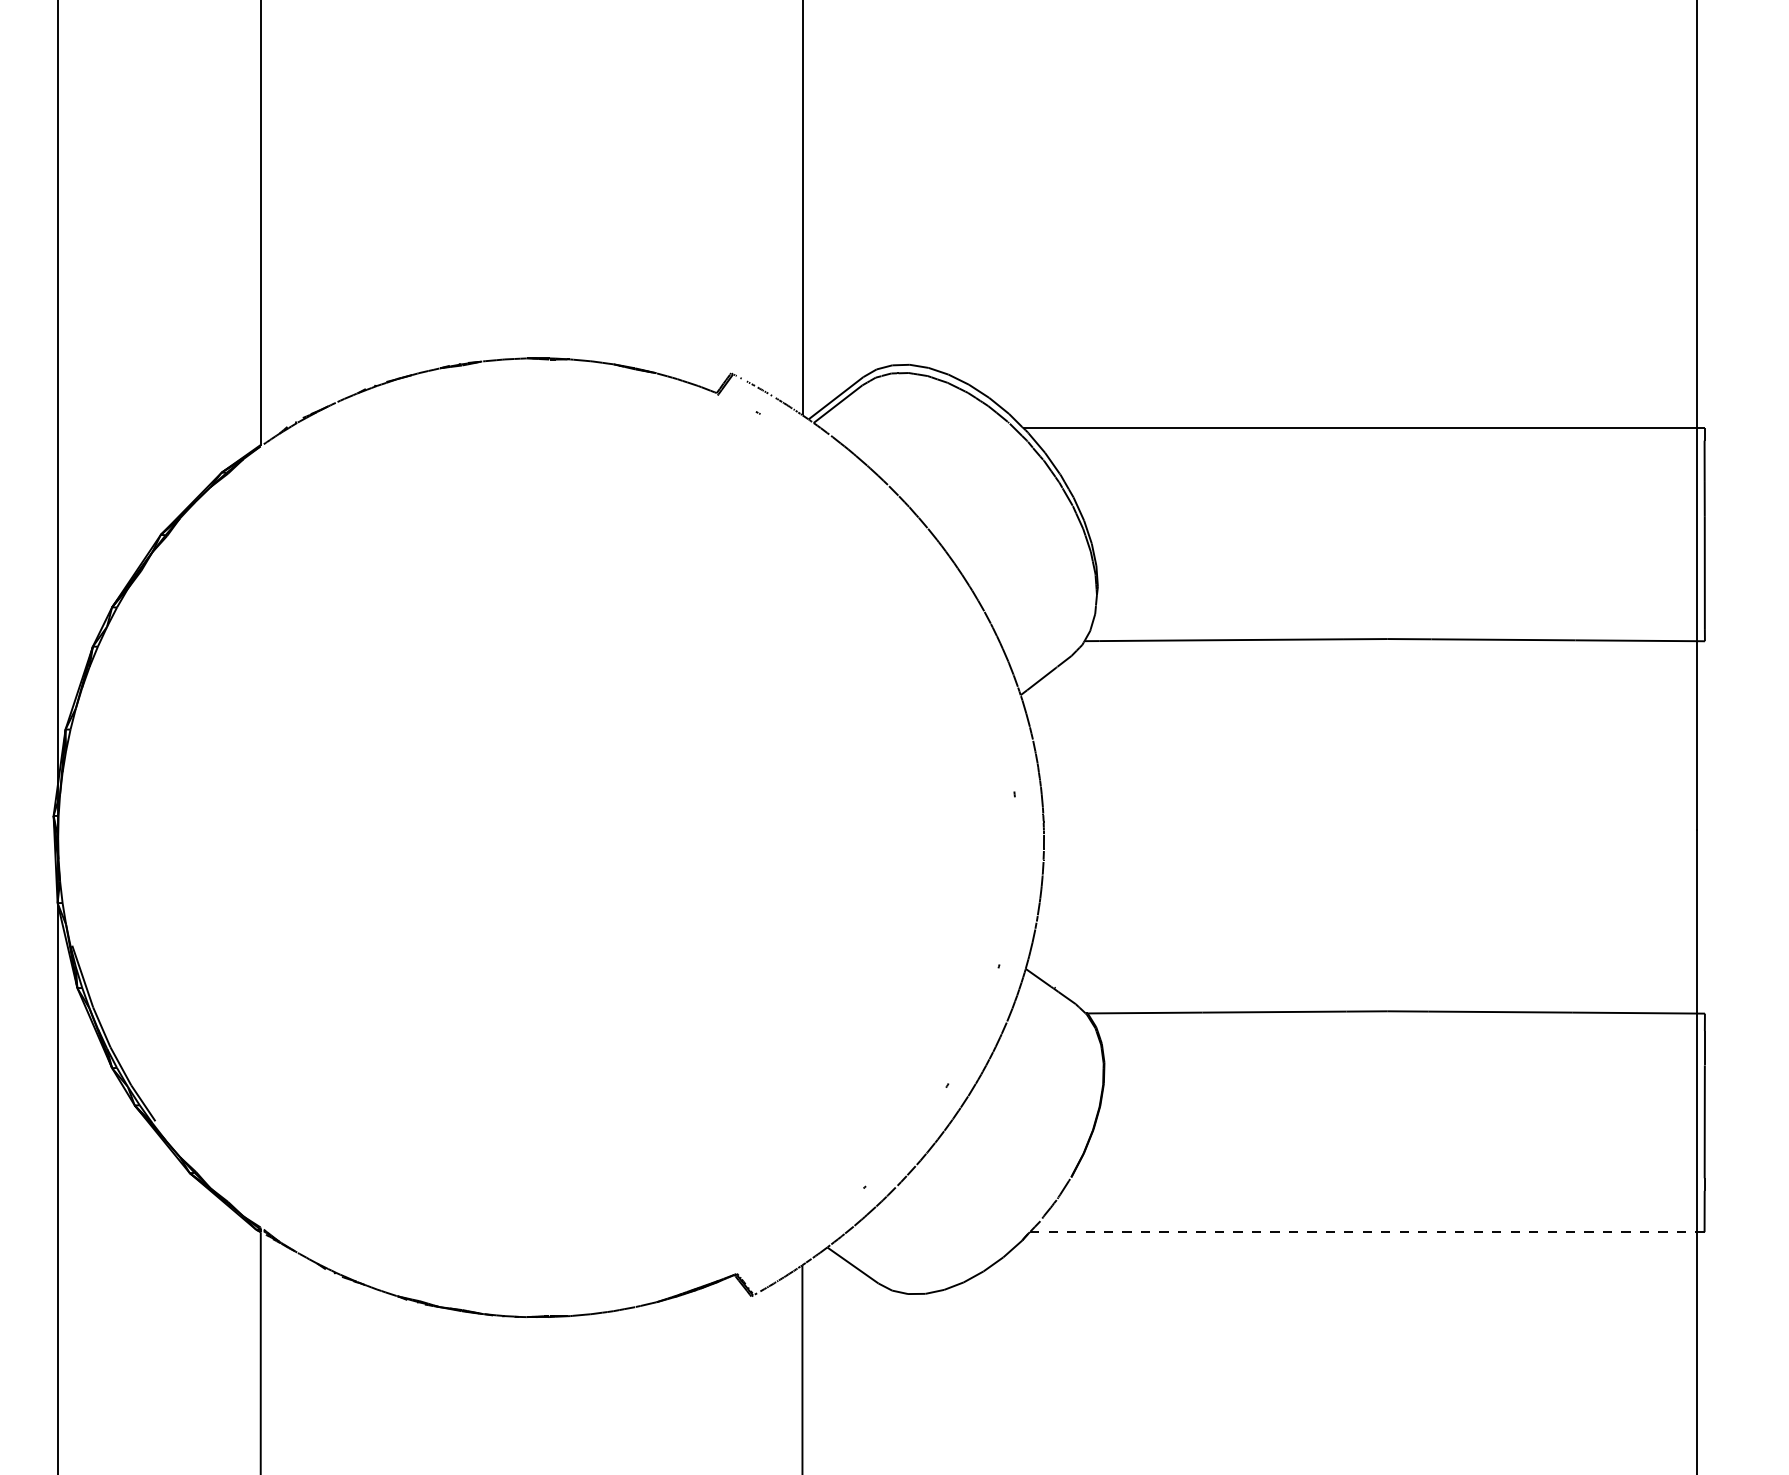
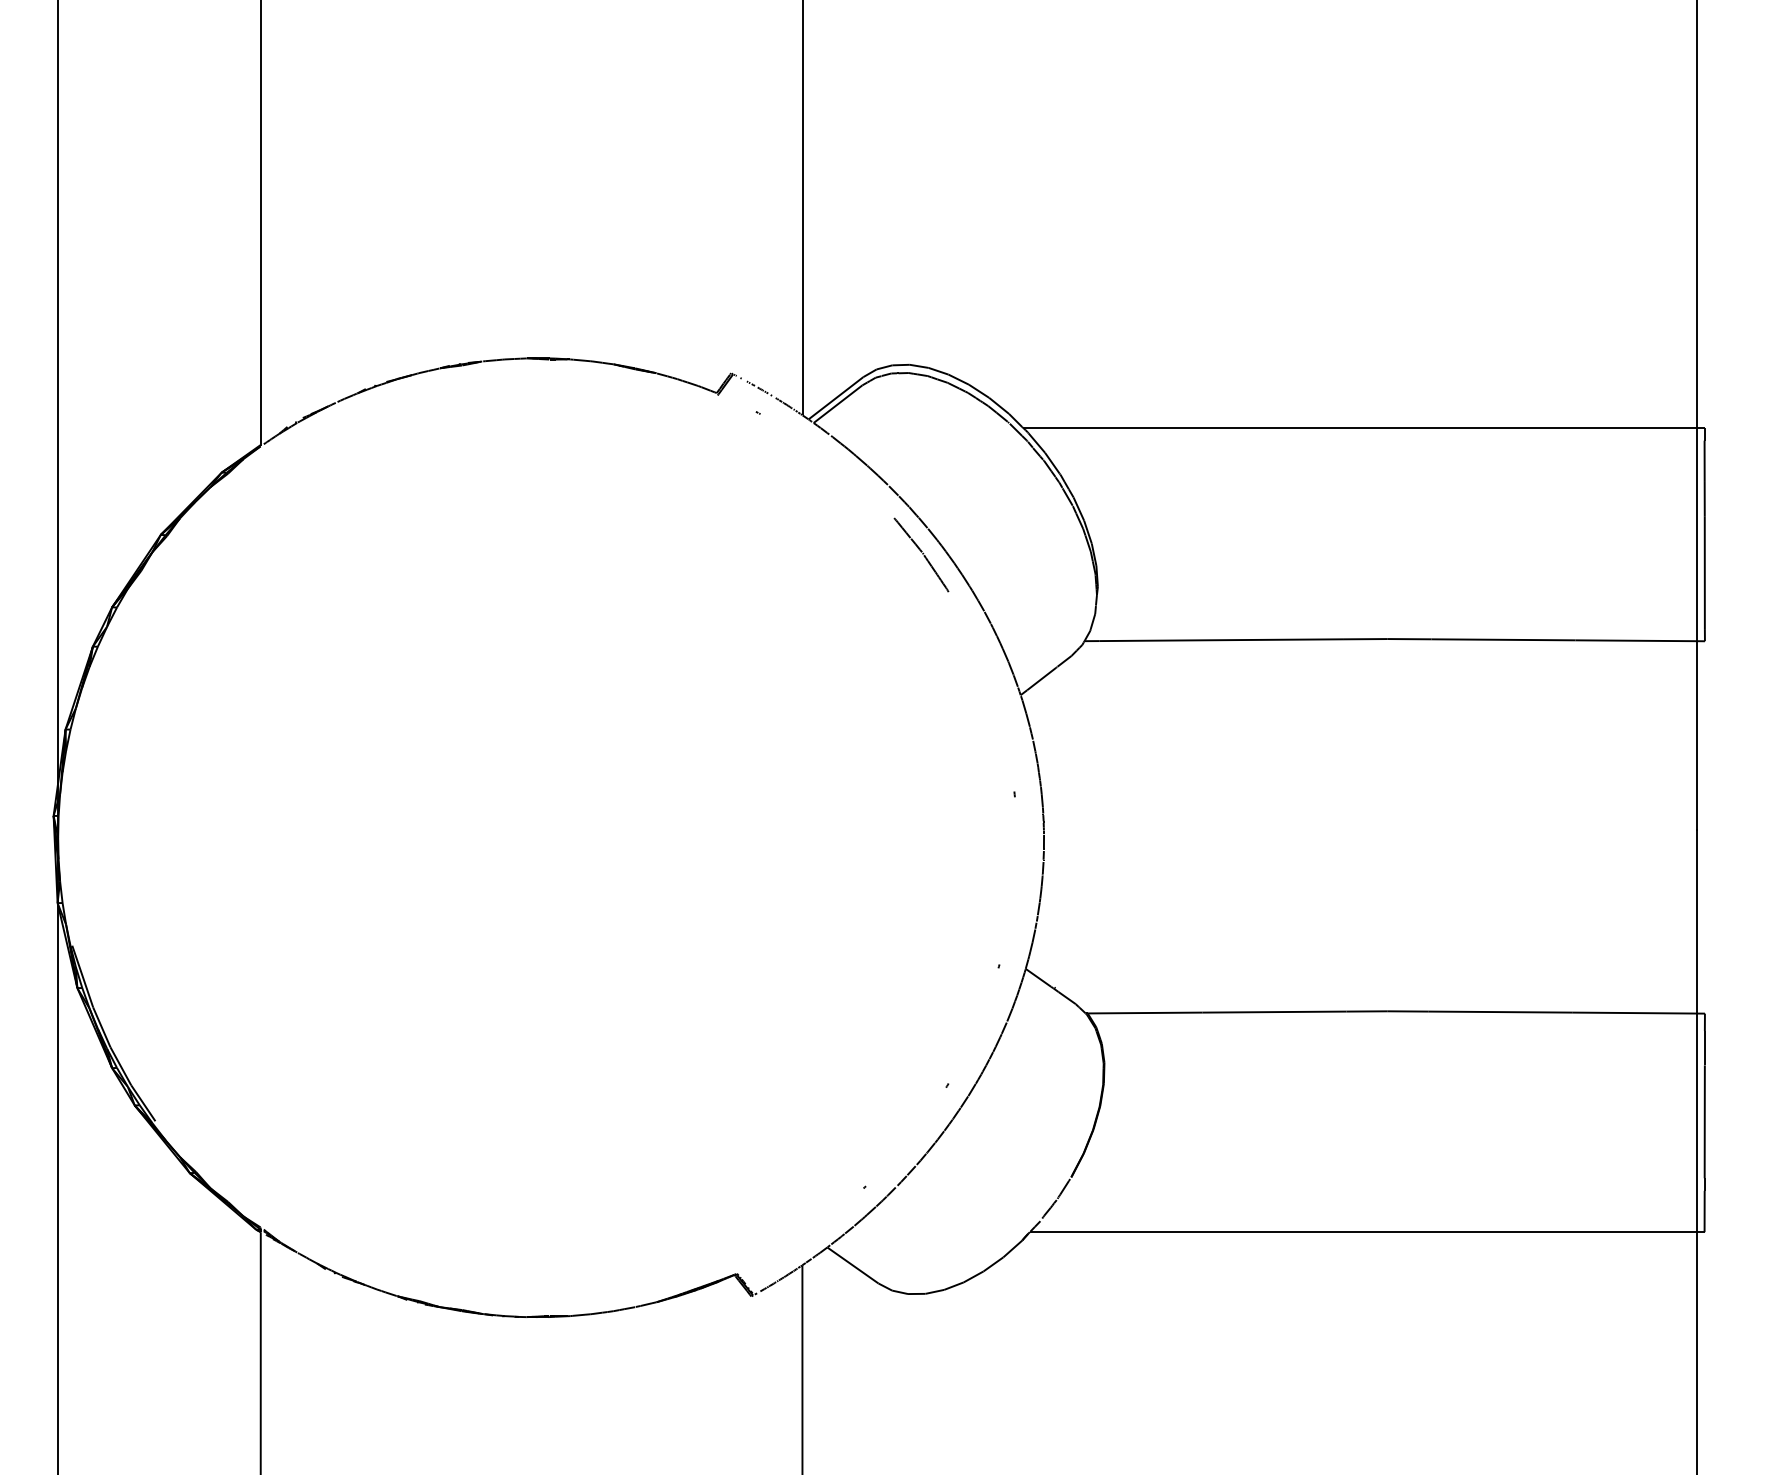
part at (921, 554): none -> present
line at (1366, 1232): dashed -> solid
